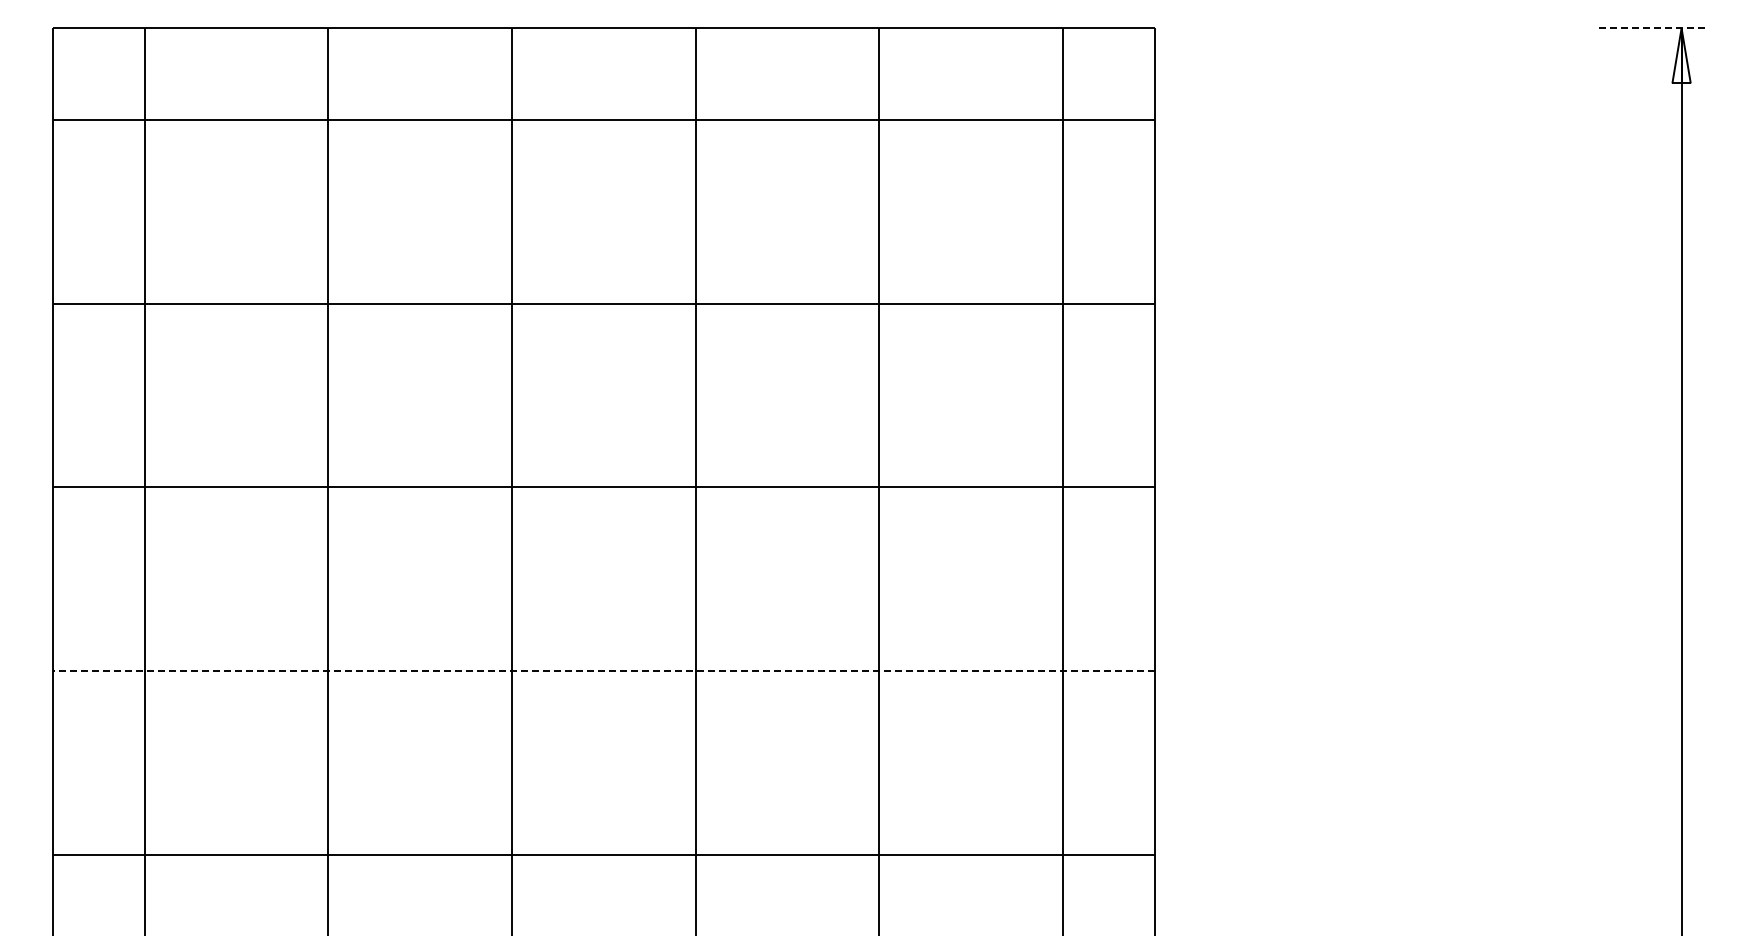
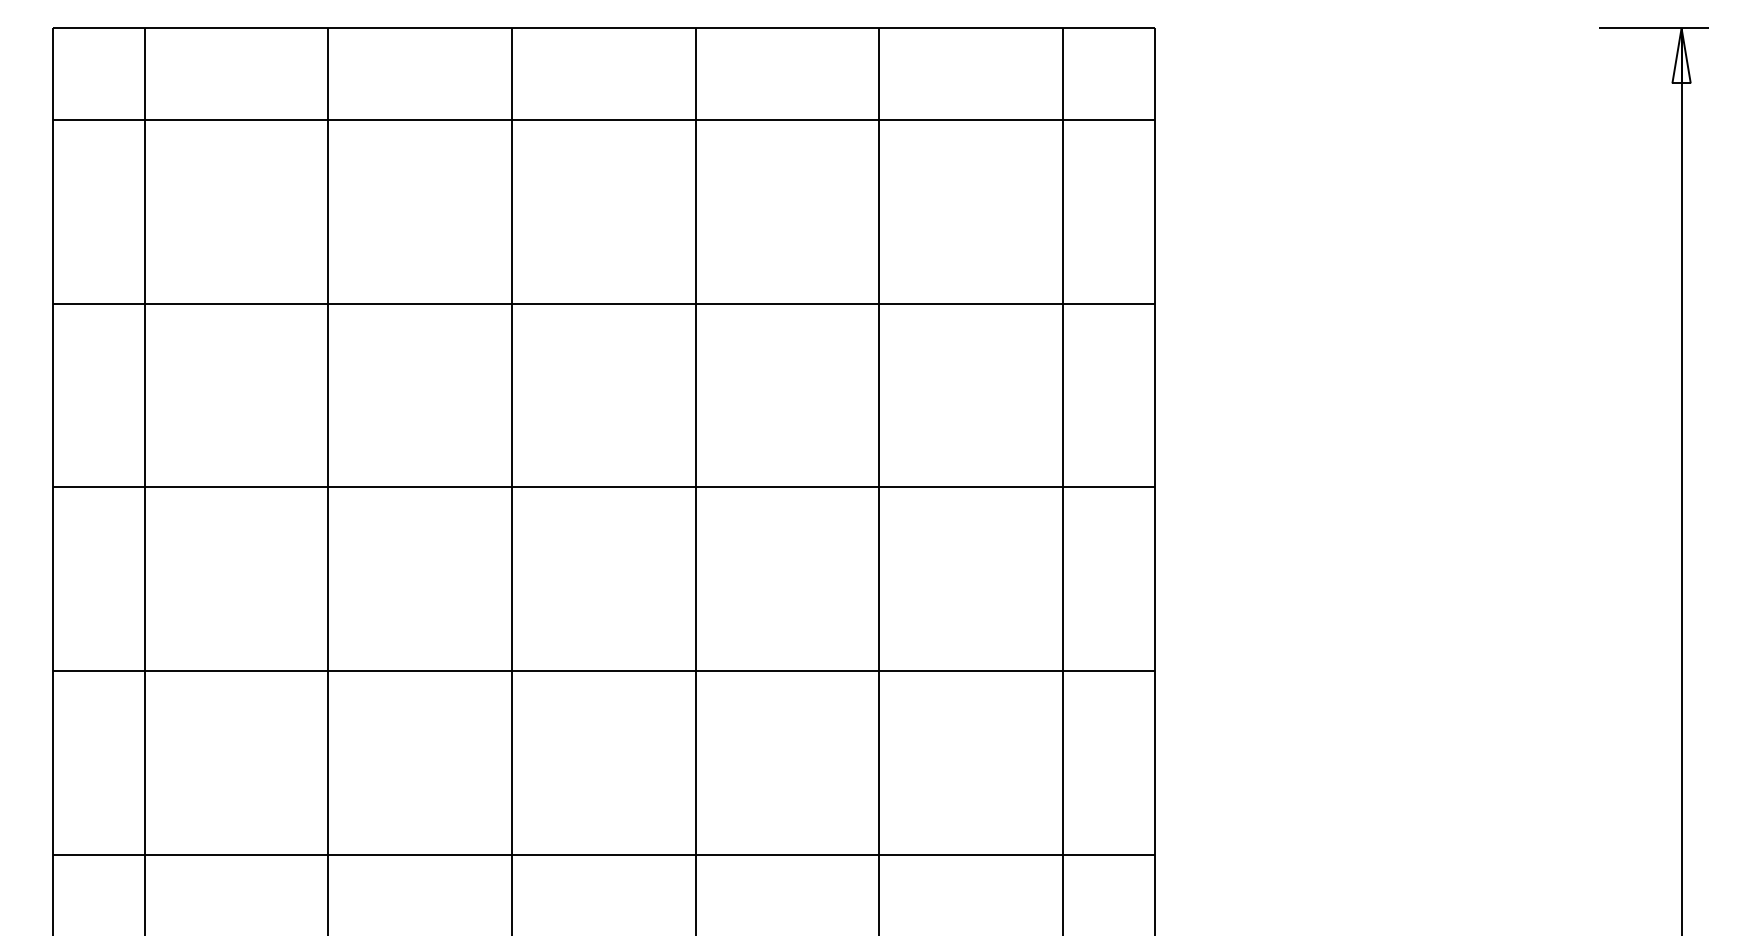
line at (1654, 28): dashed -> solid
line at (603, 671): dashed -> solid
